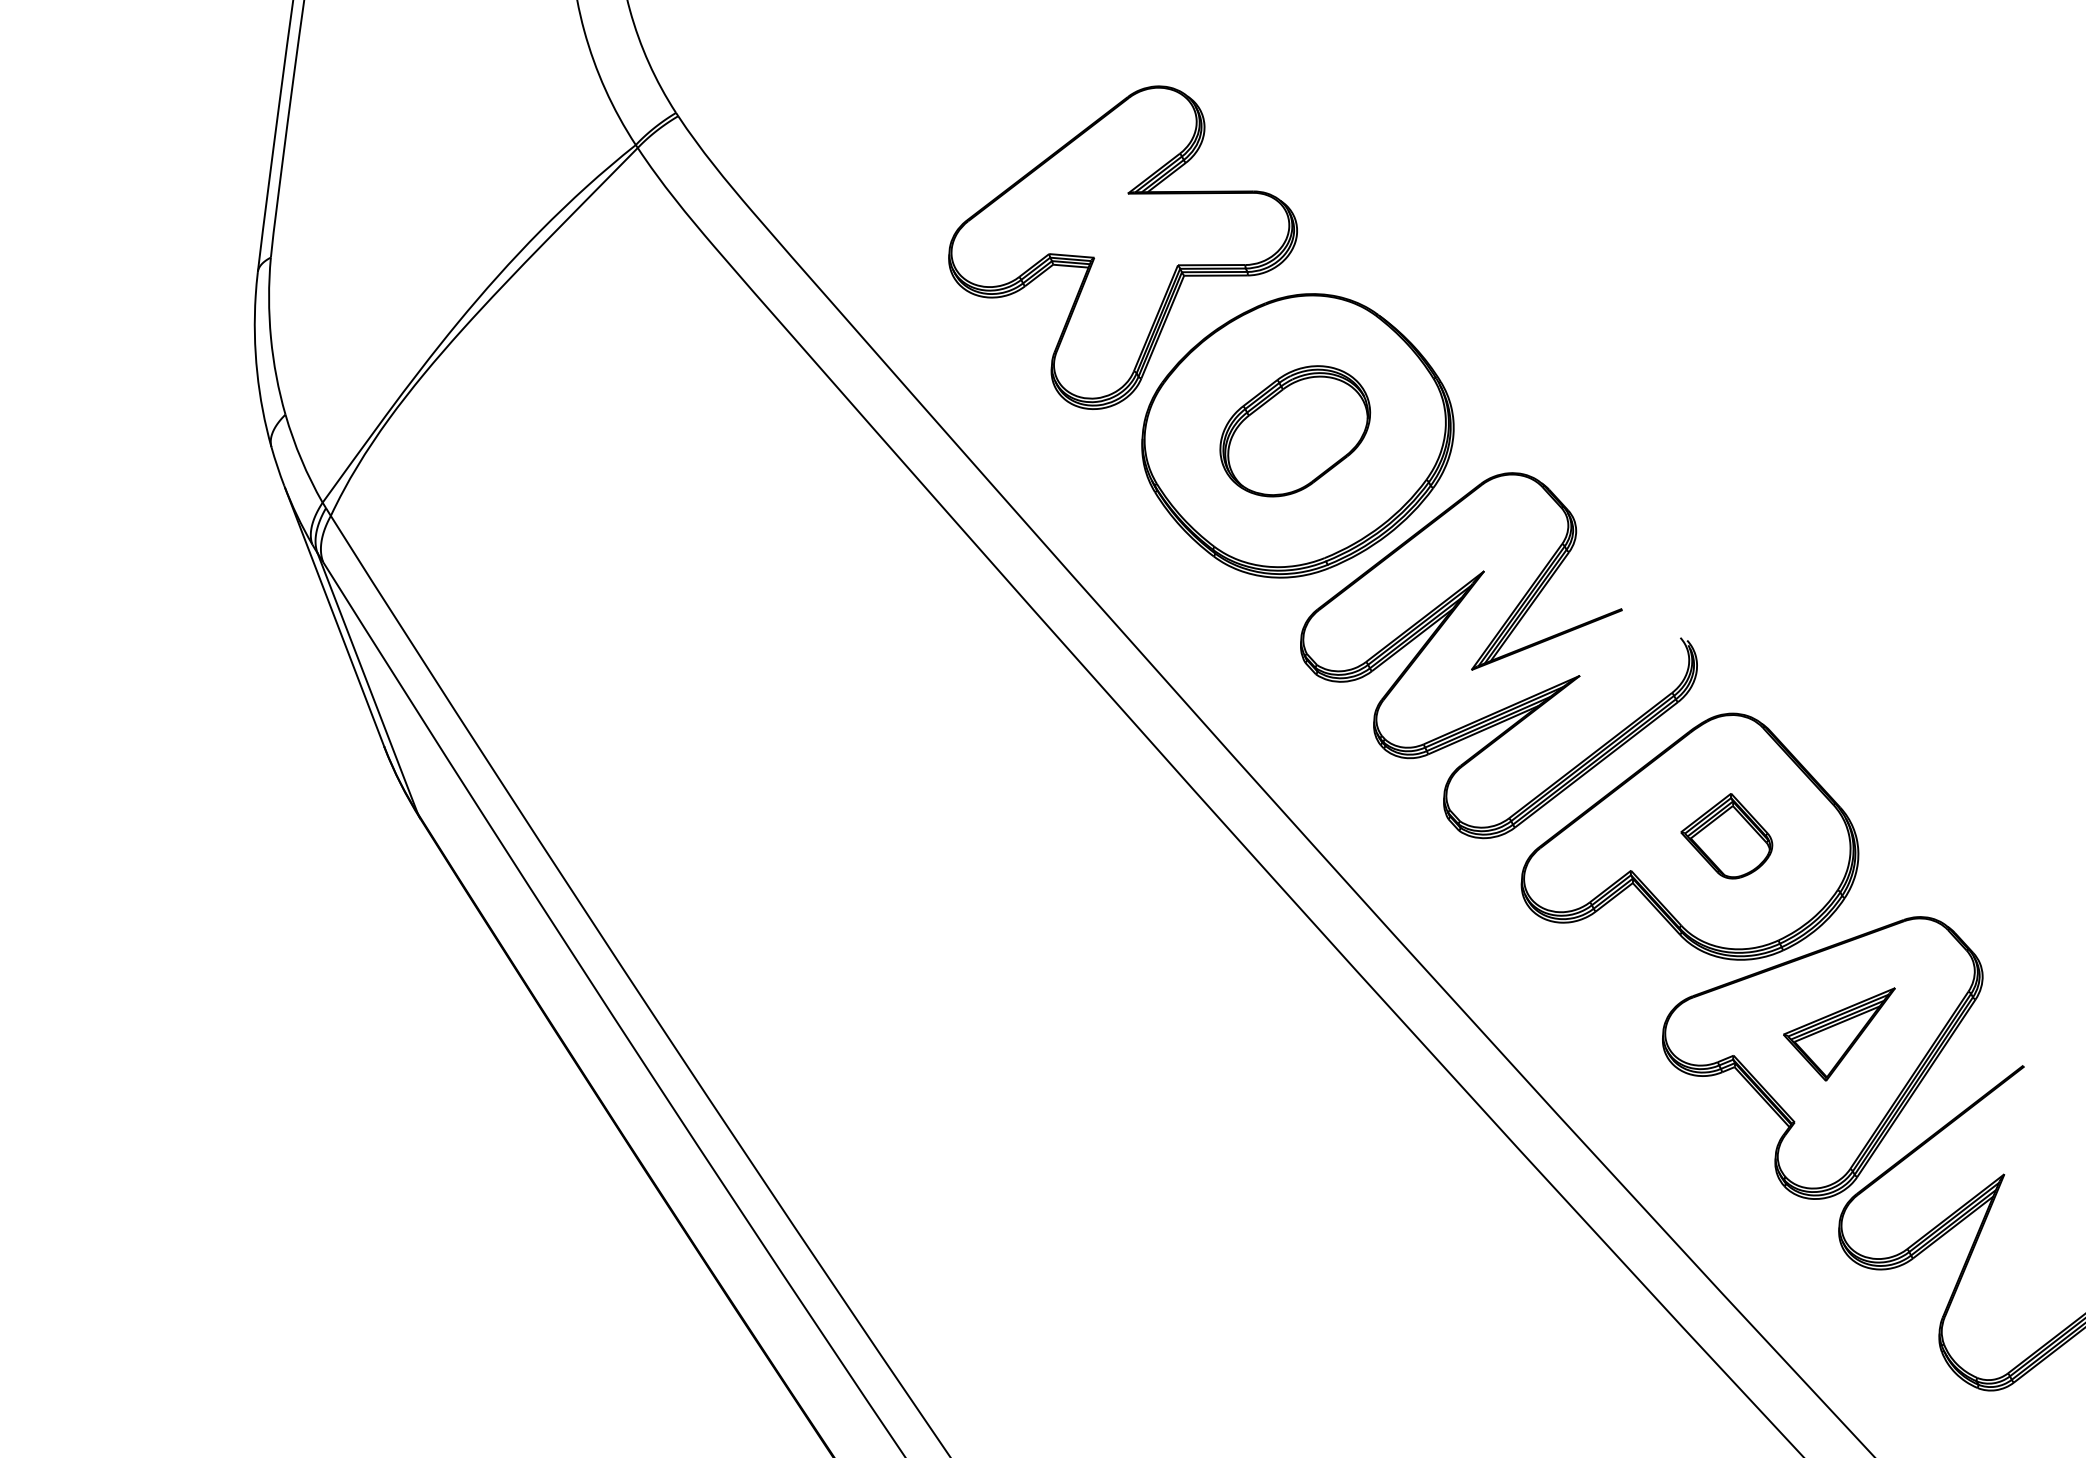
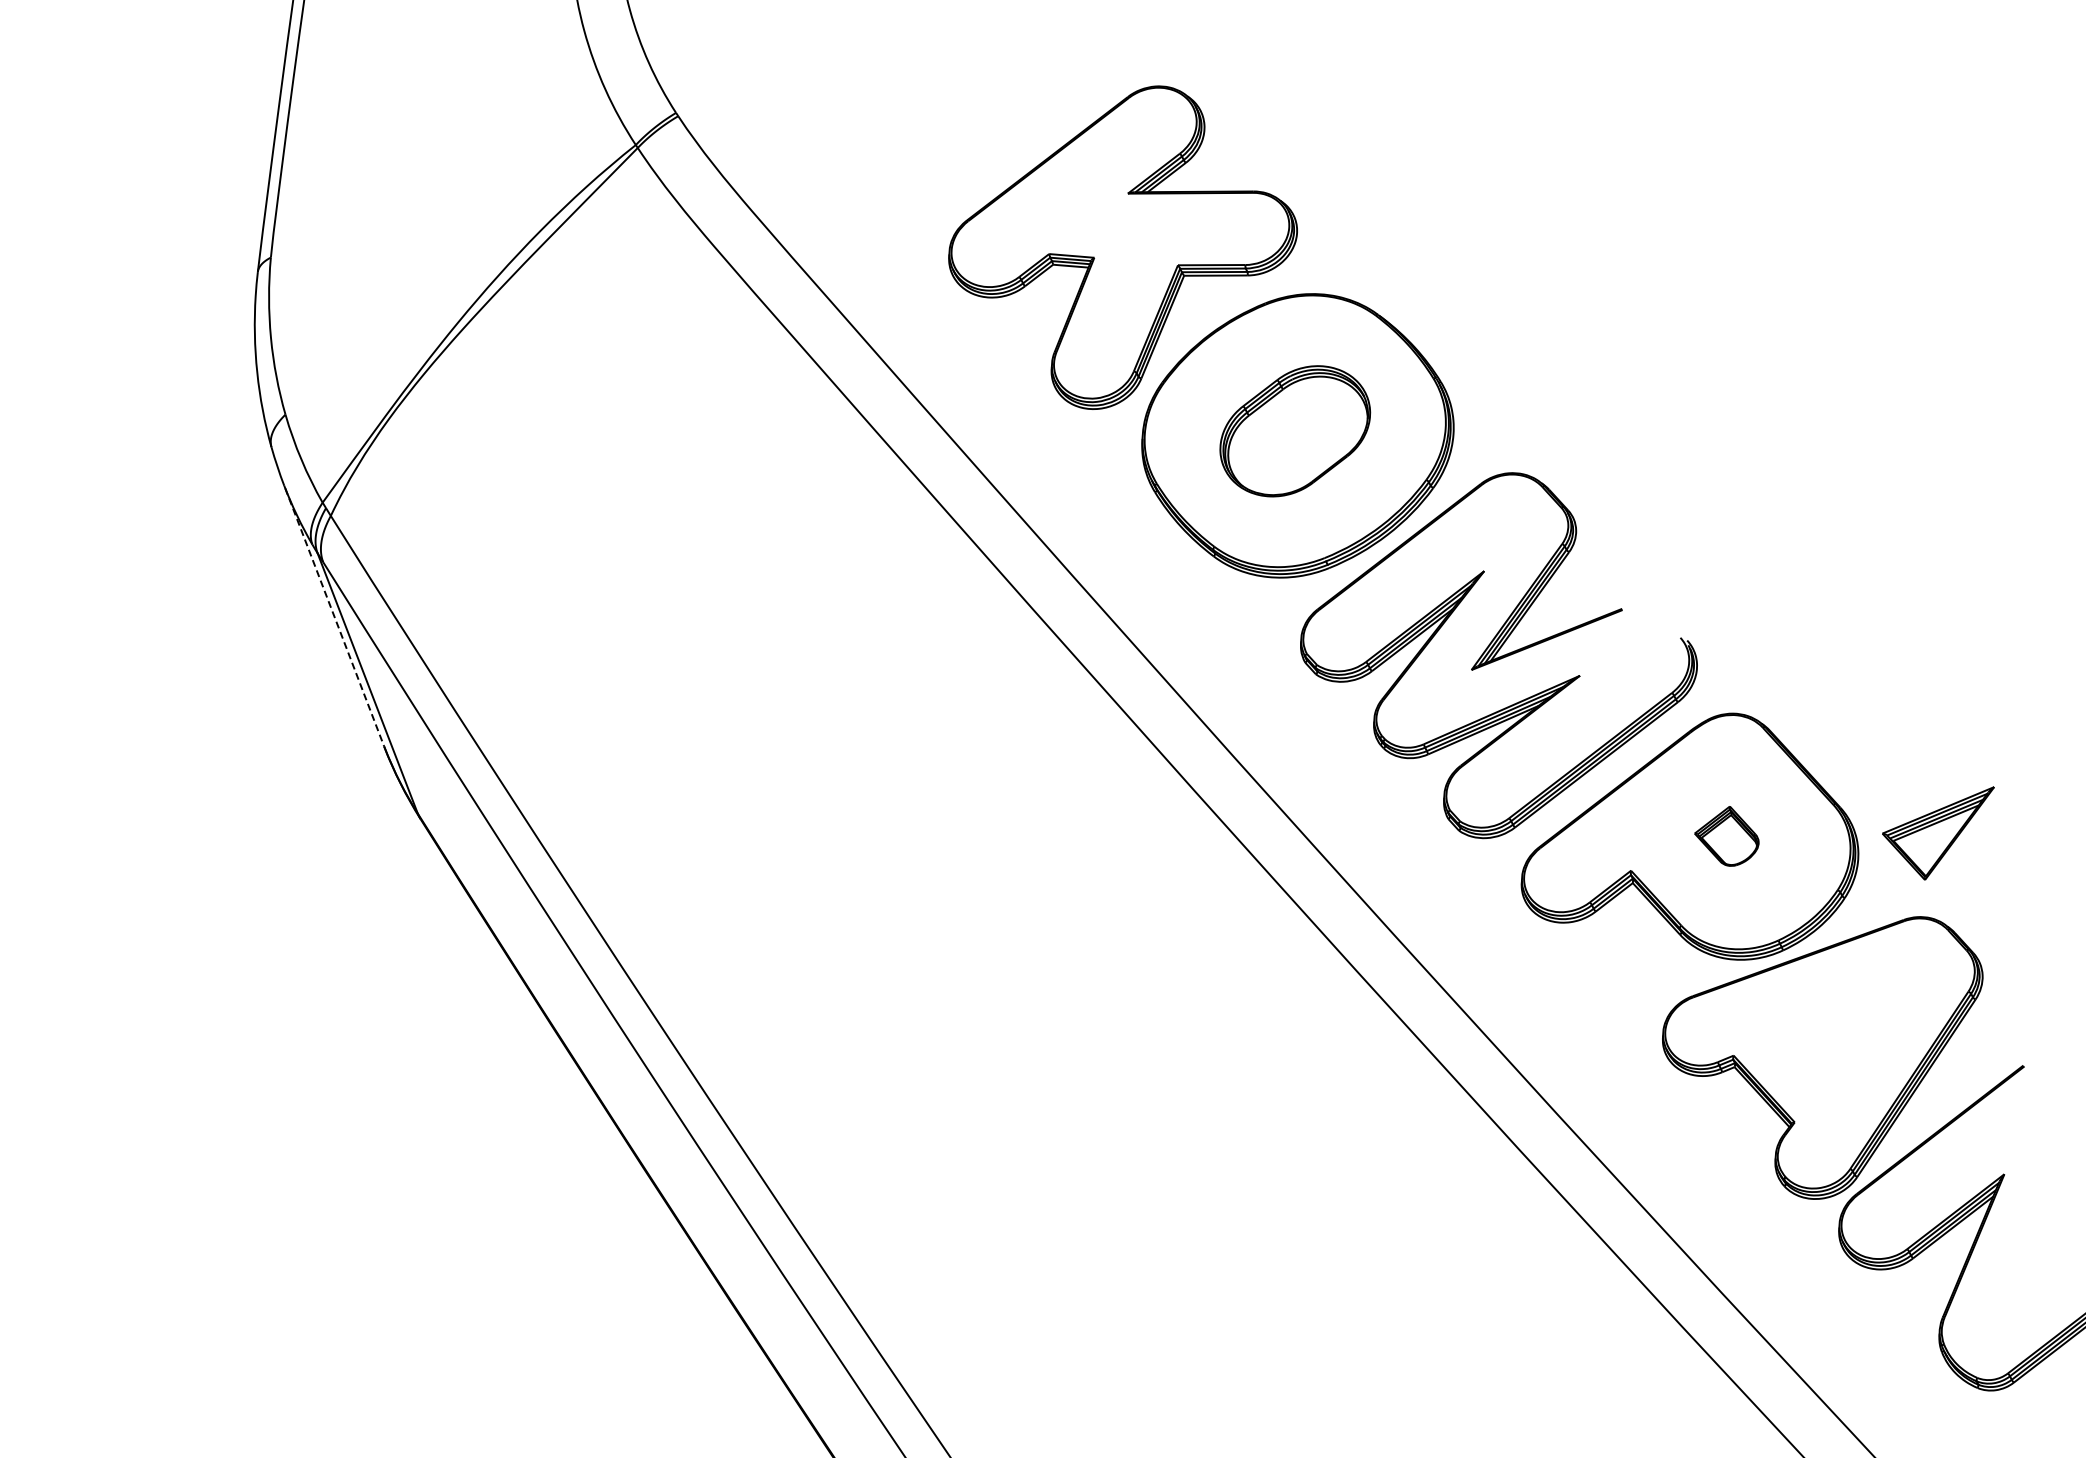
line at (334, 617): solid -> dashed
part at (1726, 836) size: 94x87 px -> 66x61 px
part at (1839, 1034) position: (1839, 1034) -> (1938, 833)
